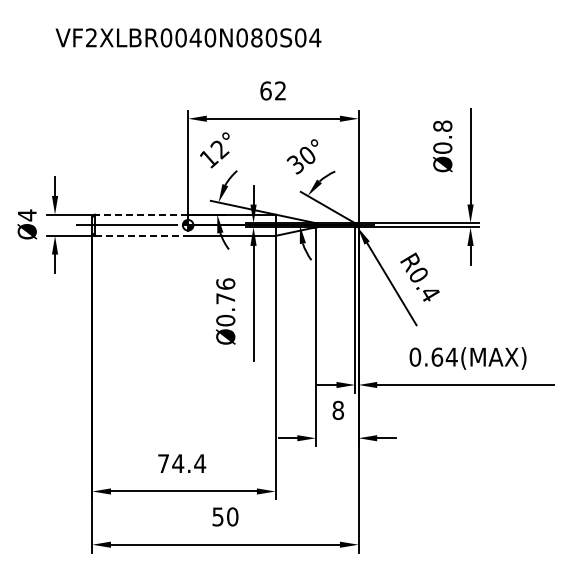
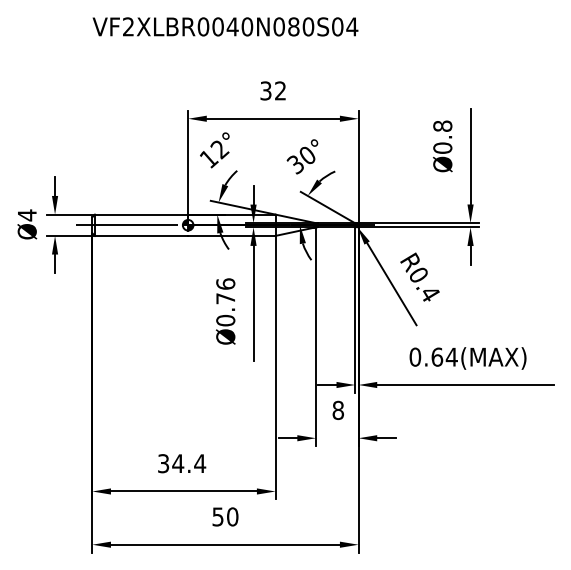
text at (188, 37) position: (188, 37) -> (225, 26)
text at (265, 90): 62 -> 32
line at (141, 214): dashed -> solid
line at (141, 235): dashed -> solid
text at (163, 463): 74.4 -> 34.4
